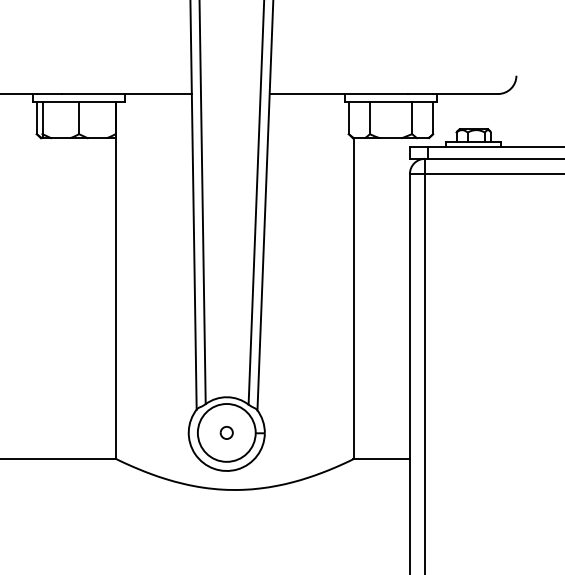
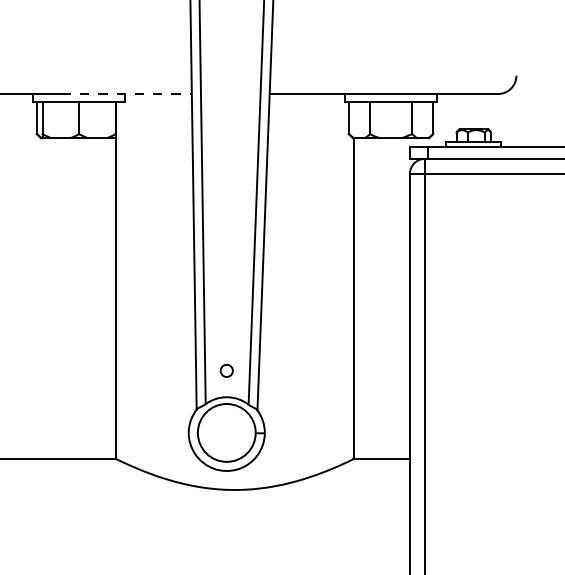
line at (126, 94): solid -> dashed
part at (226, 432) position: (226, 432) -> (226, 370)
